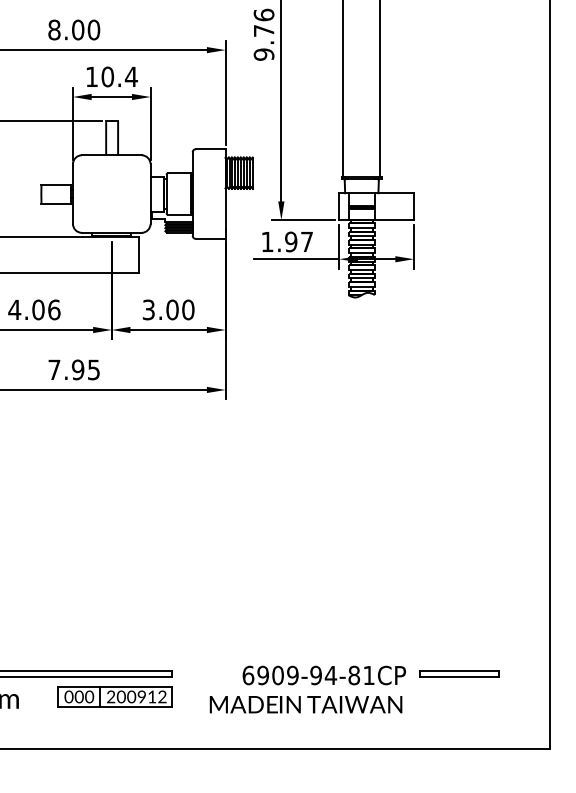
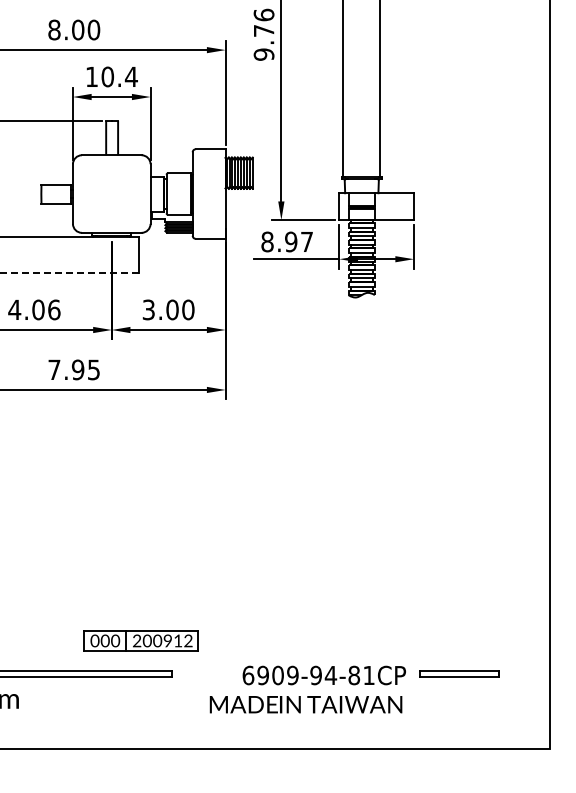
text at (267, 241): 1.97 -> 8.97
line at (69, 272): solid -> dashed
part at (114, 696) position: (114, 696) -> (140, 640)
